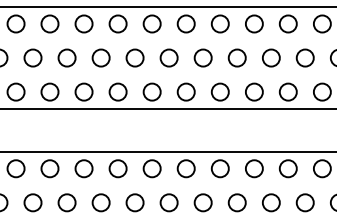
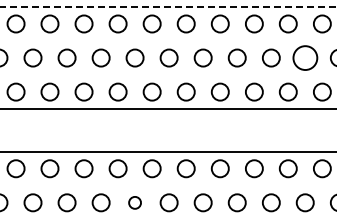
line at (168, 6): solid -> dashed
circle at (304, 57) size: 20x20 px -> 27x26 px
circle at (134, 202) size: 20x20 px -> 14x14 px
